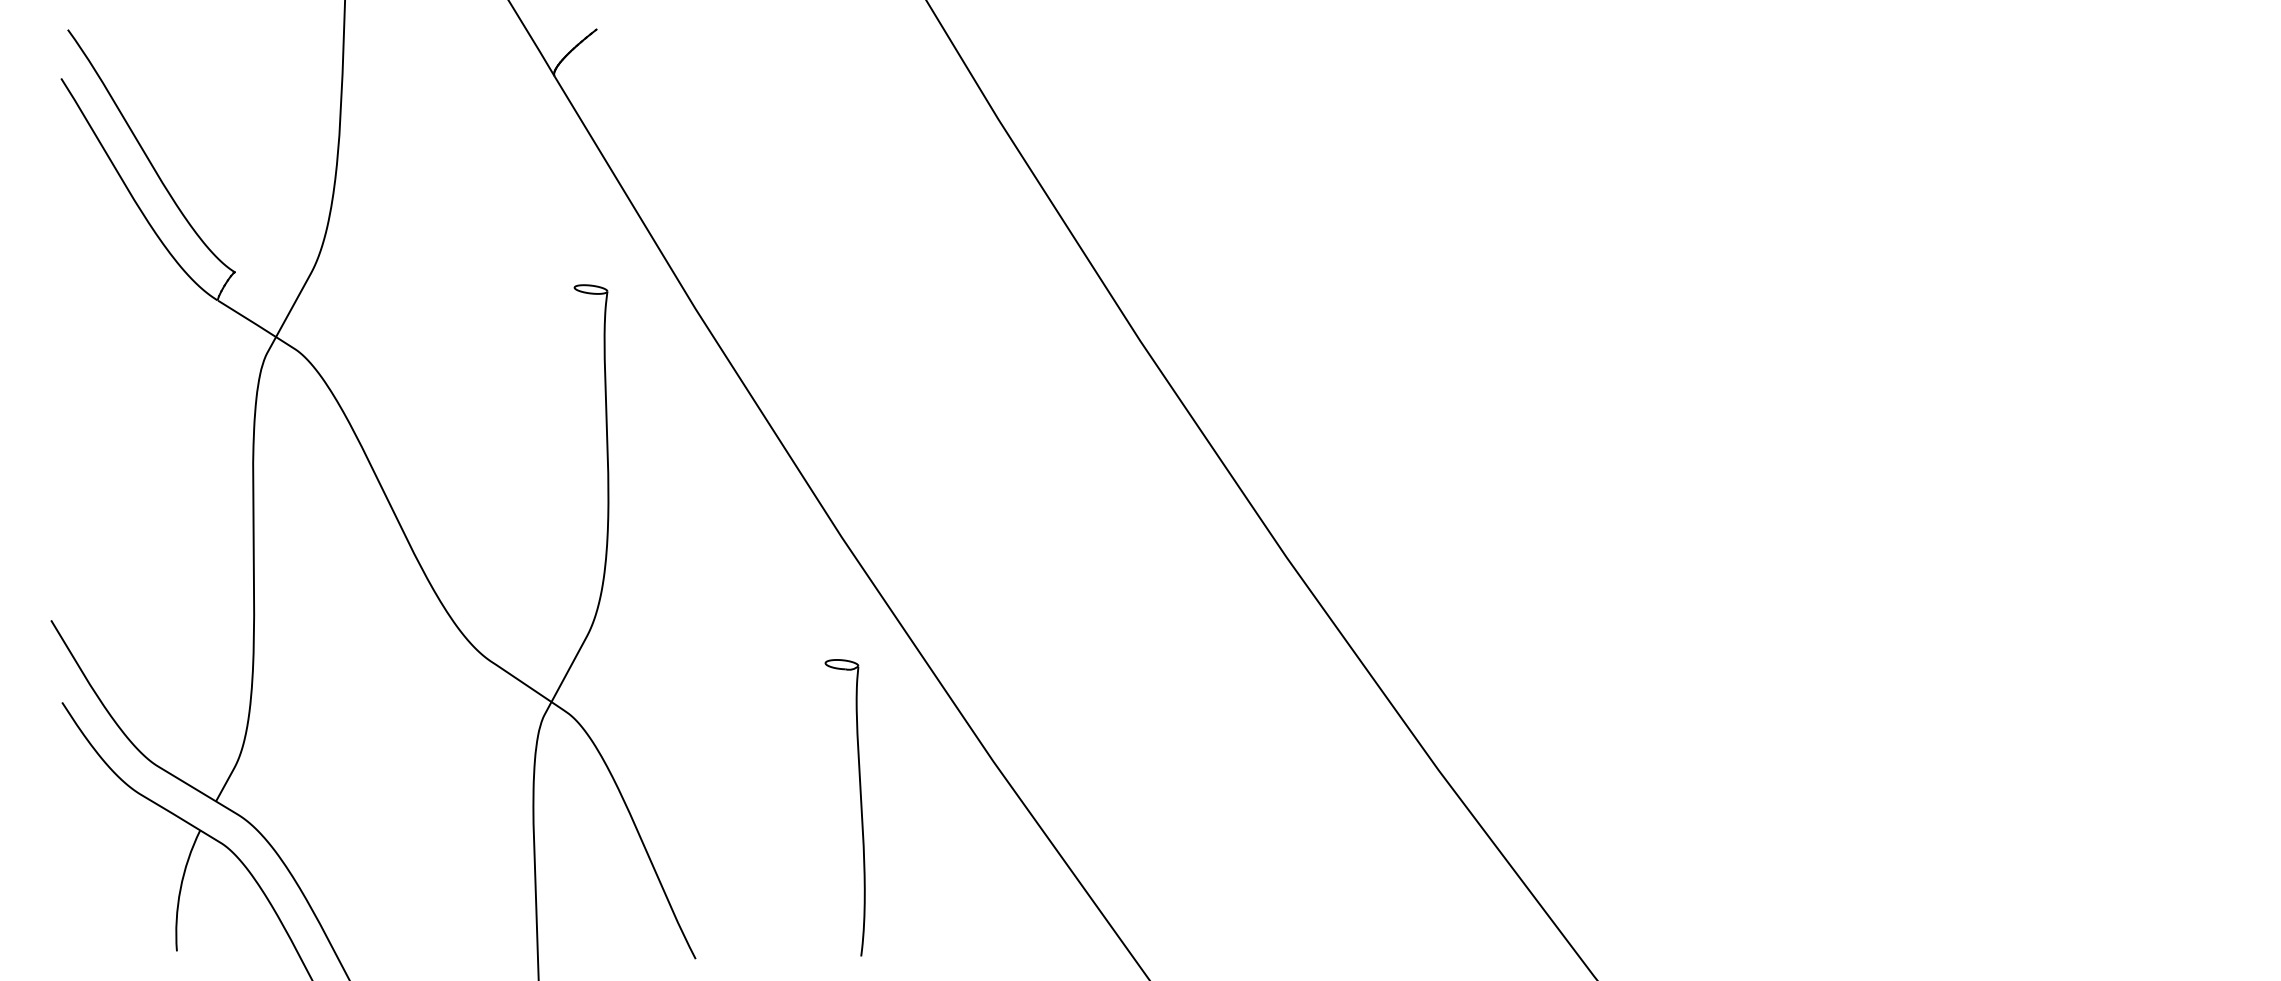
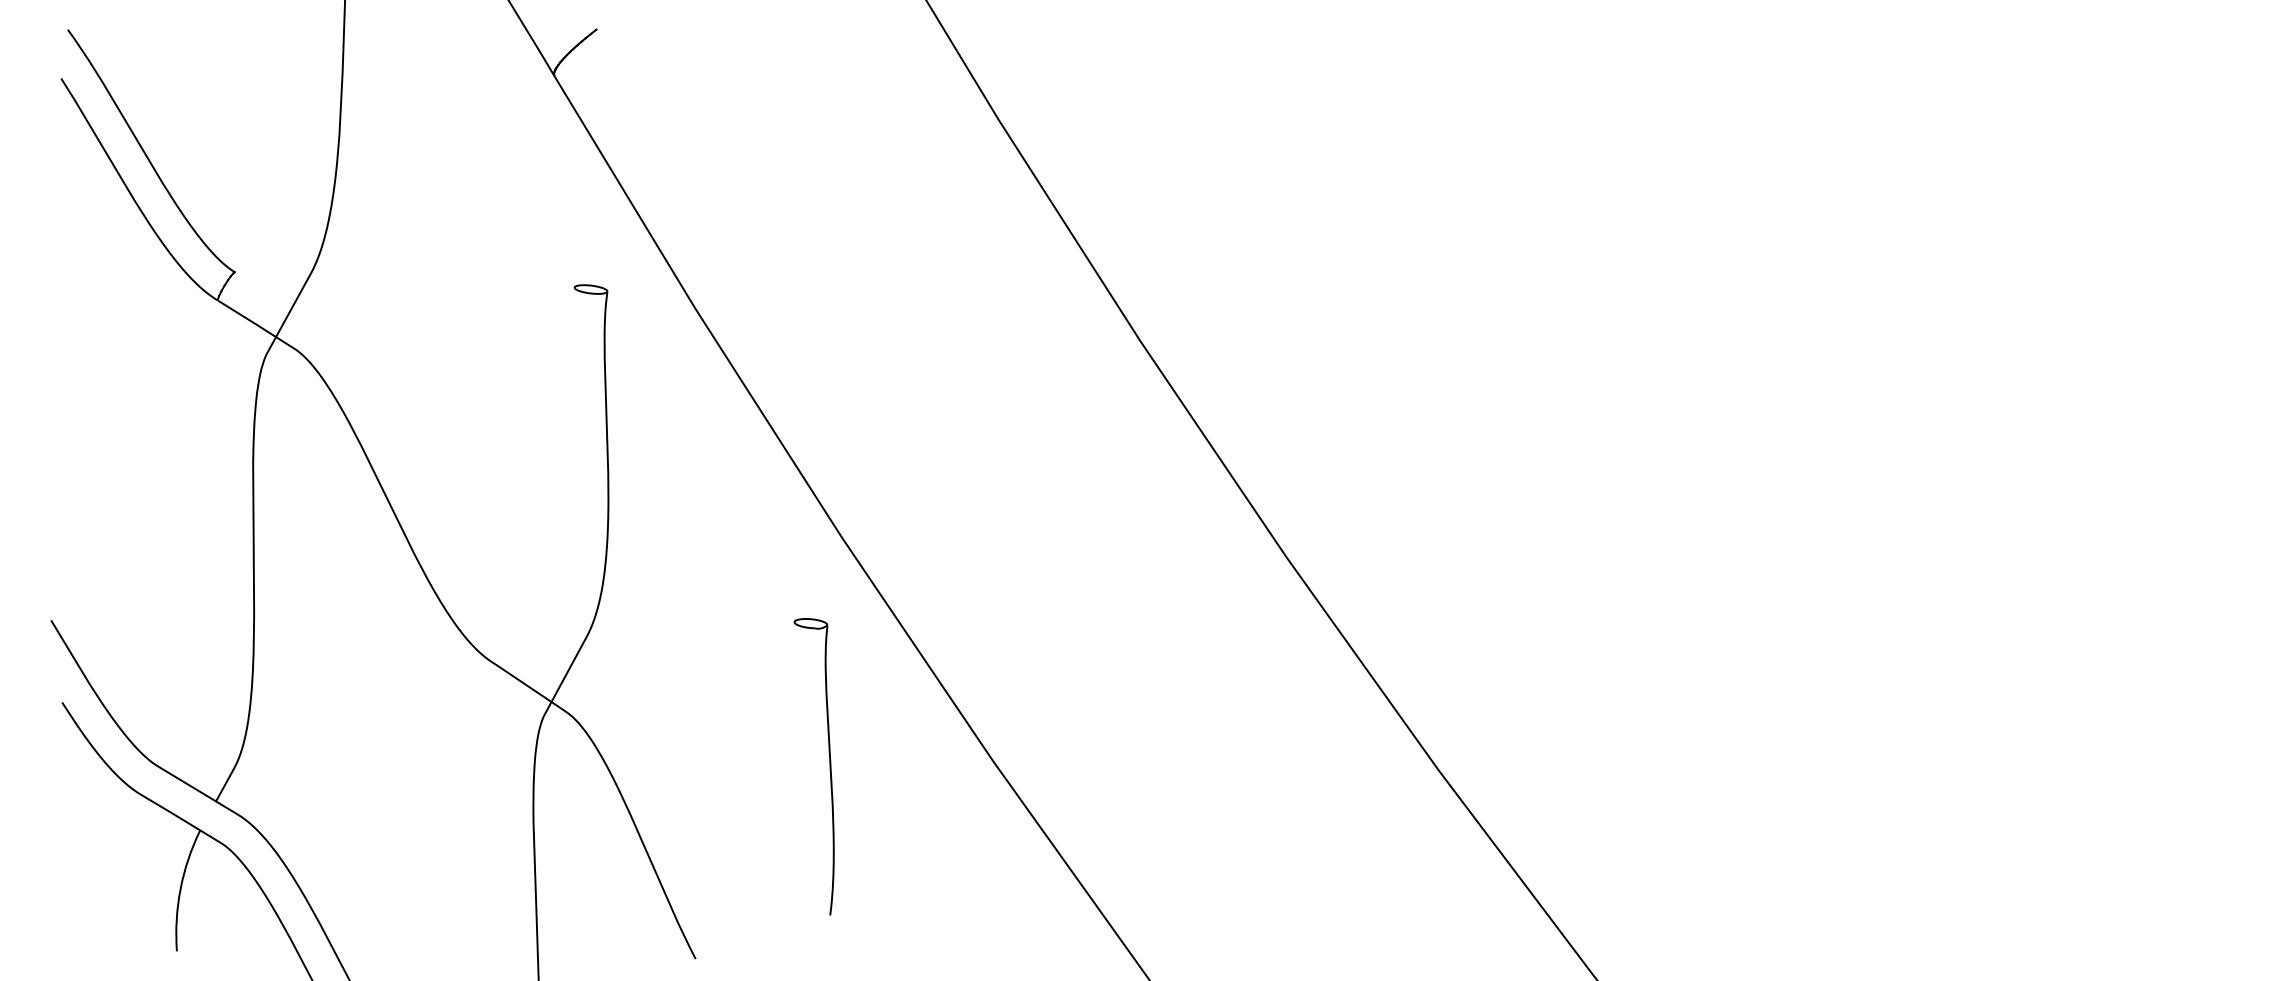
part at (860, 807) position: (860, 807) -> (829, 766)
